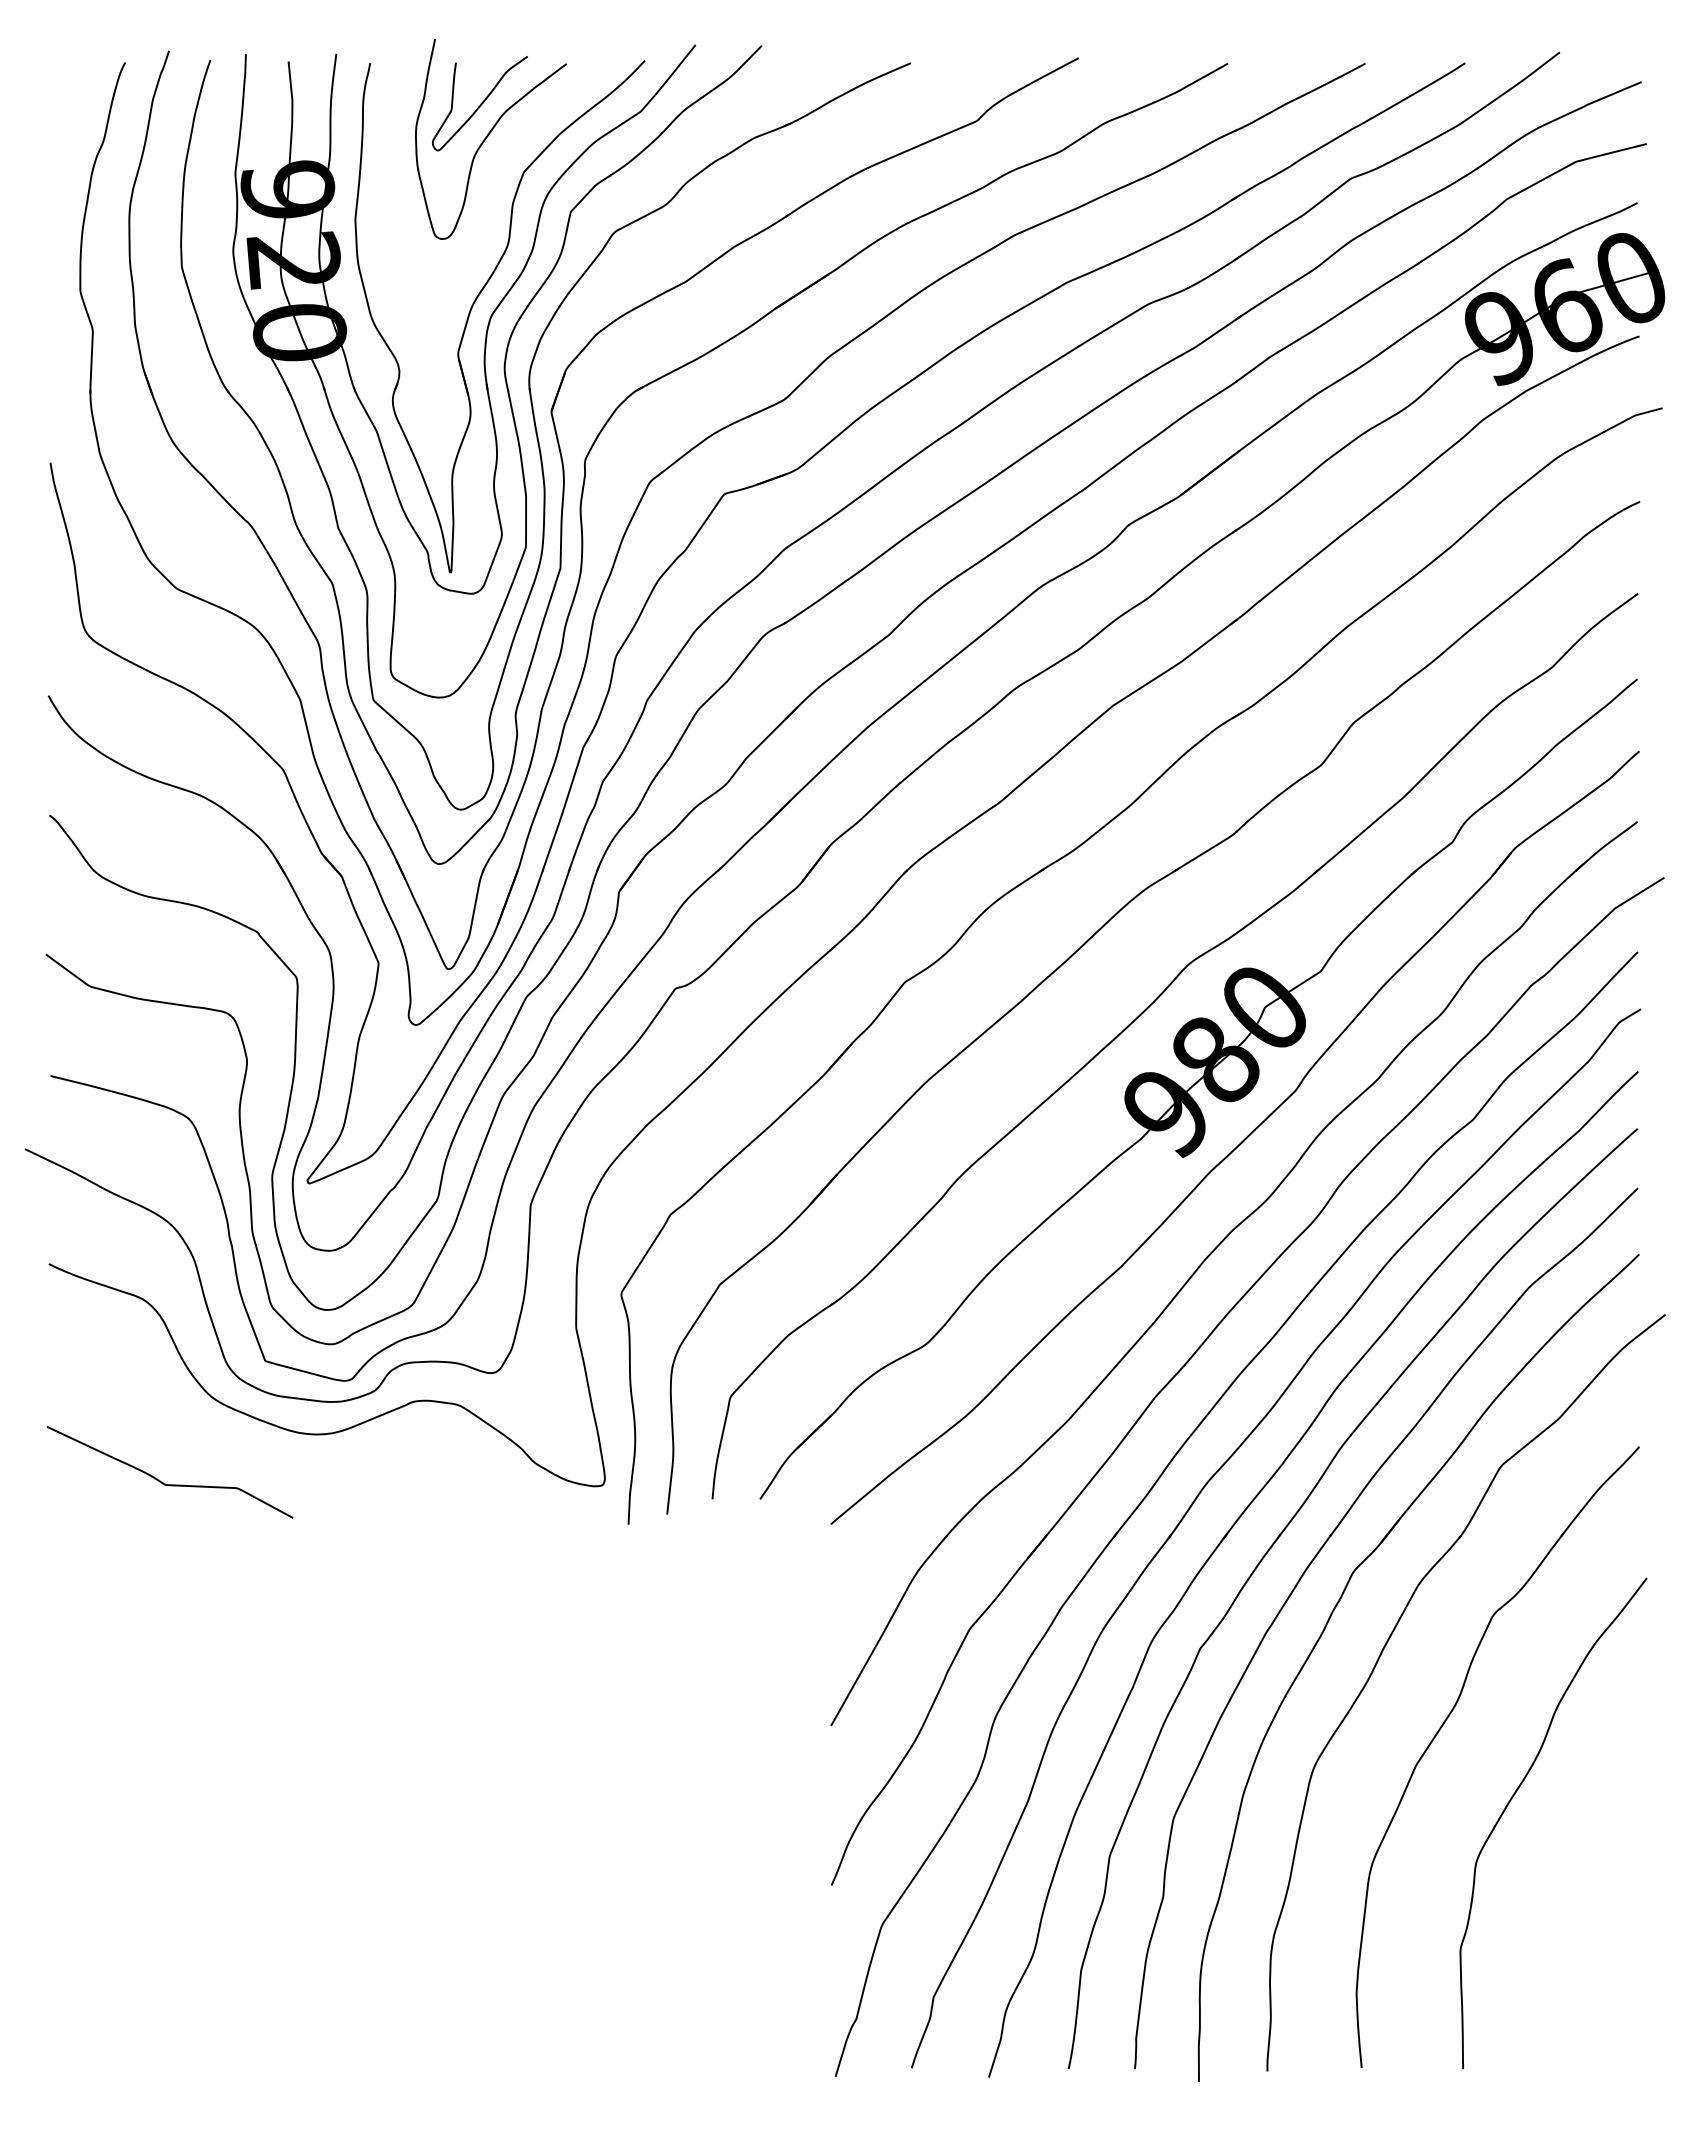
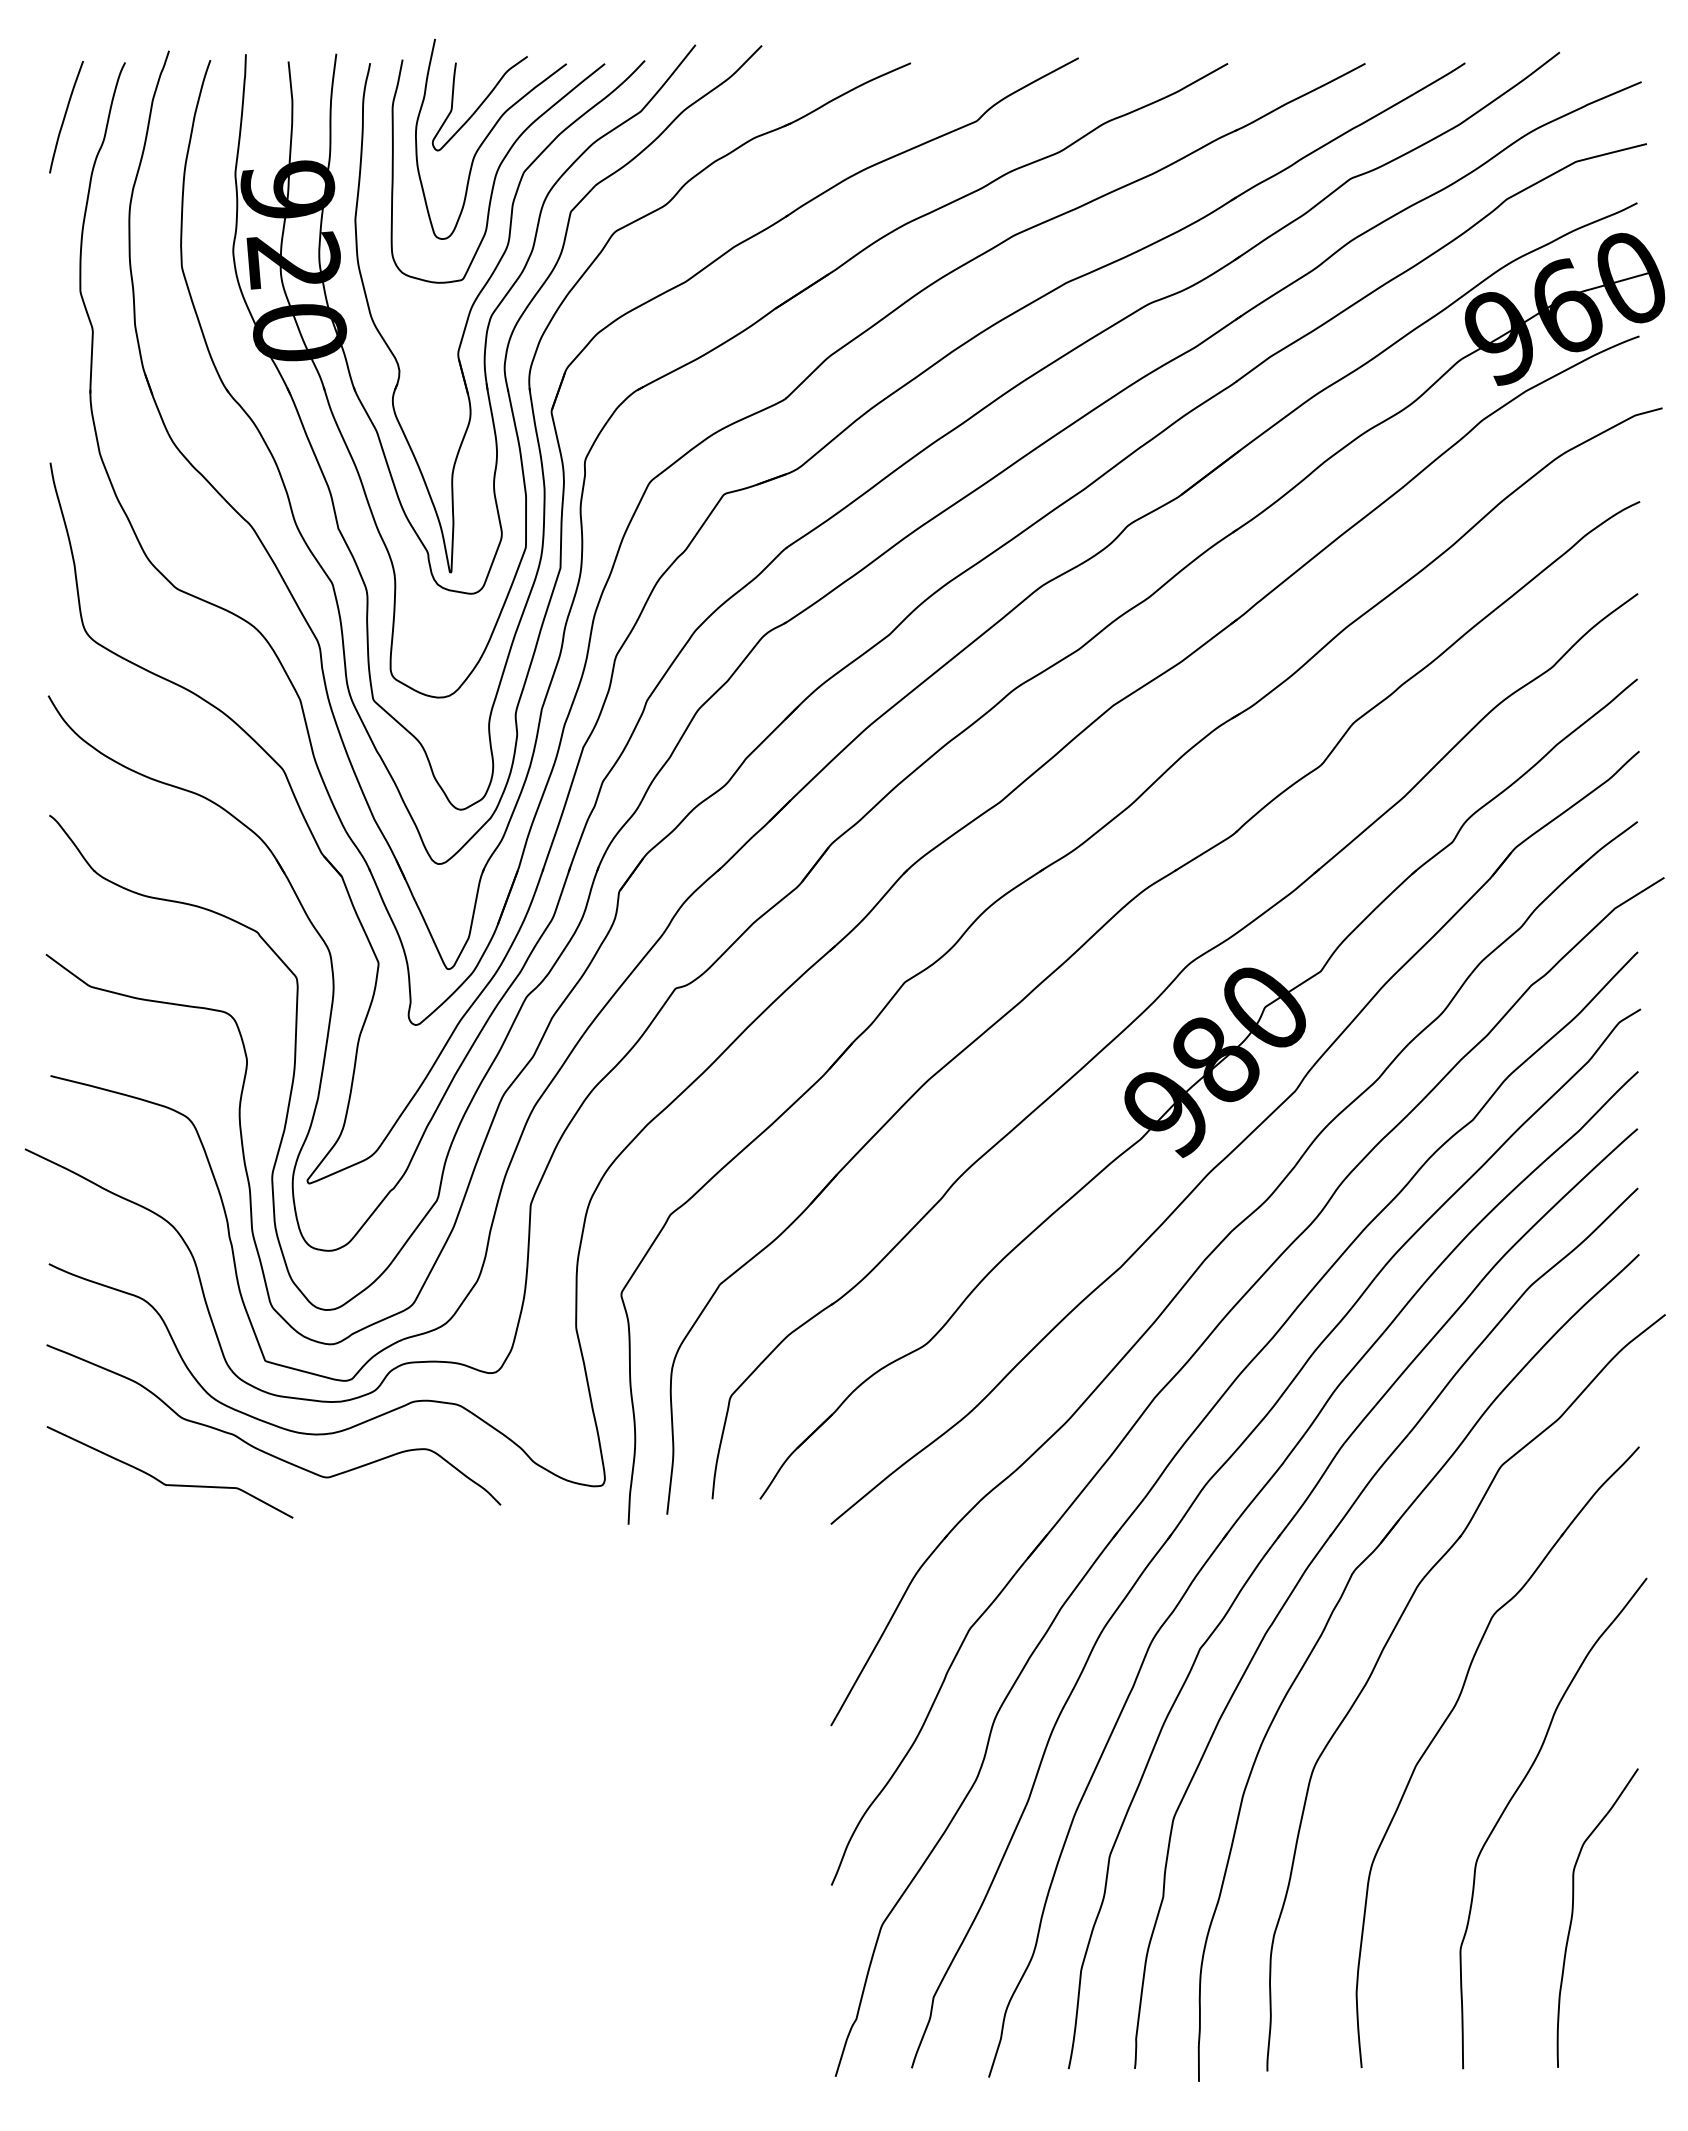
curve at (65, 116): none -> present
curve at (497, 171): none -> present
curve at (261, 1449): none -> present
curve at (1573, 1914): none -> present
